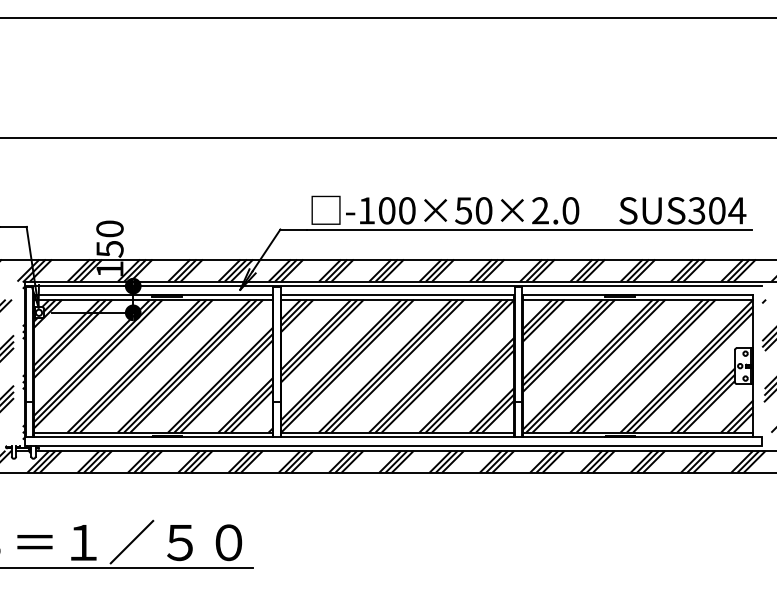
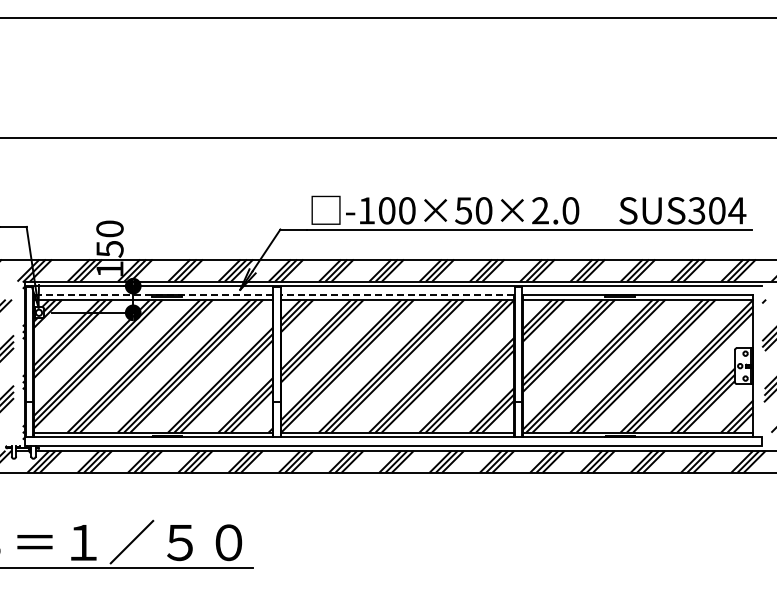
line at (153, 295): solid -> dashed
line at (397, 295): solid -> dashed
